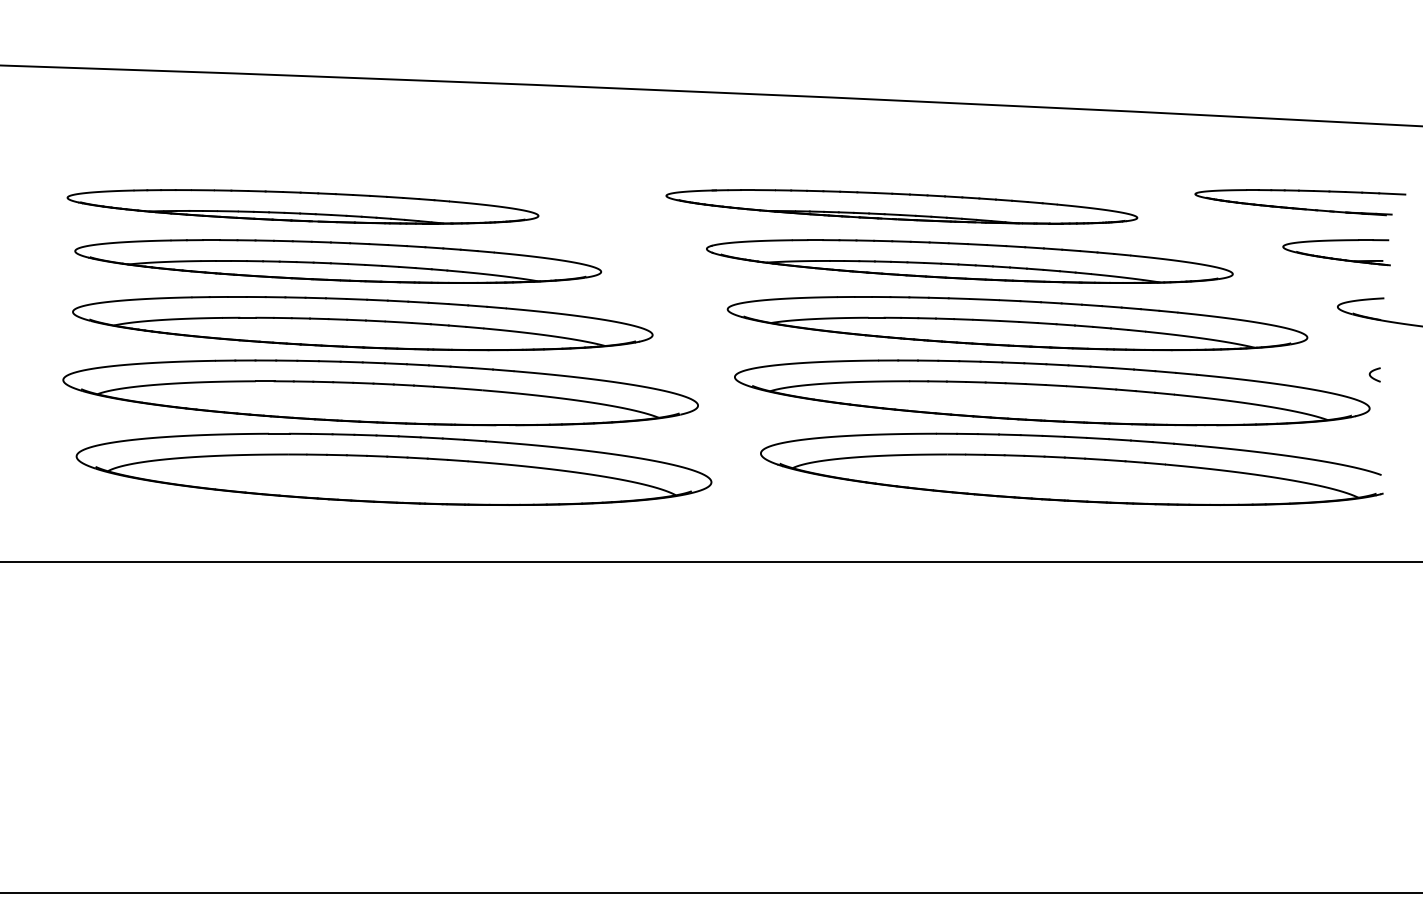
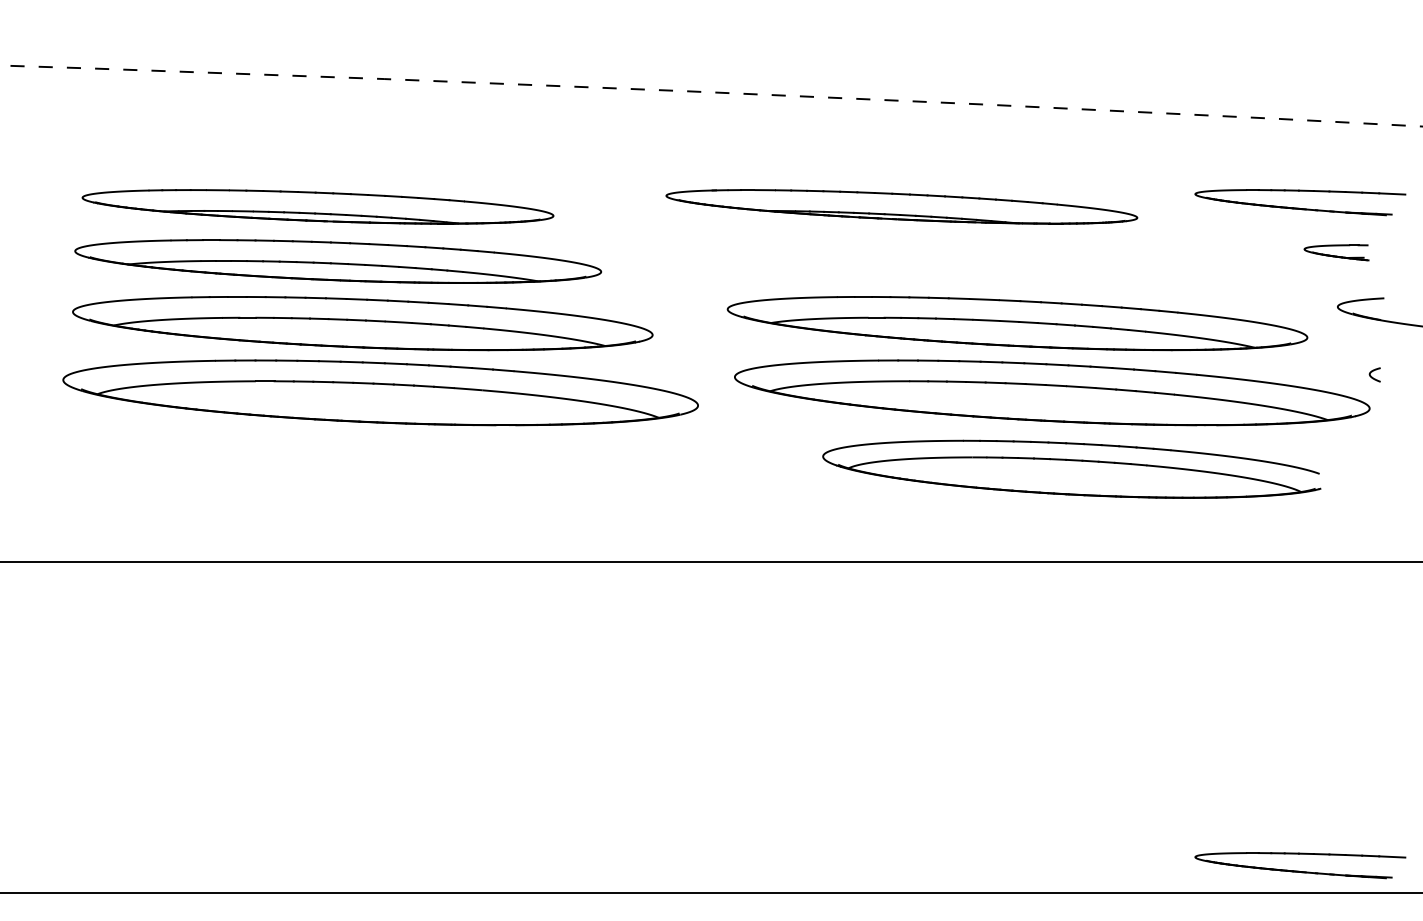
arc at (711, 92): solid -> dashed
part at (302, 206) position: (302, 206) -> (317, 206)
part at (1336, 252) size: 109x28 px -> 67x18 px
part at (969, 261): present -> none
part at (393, 468): present -> none
part at (1071, 468) size: 624x74 px -> 500x60 px
part at (1300, 865): none -> present
